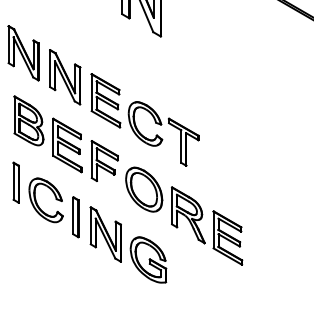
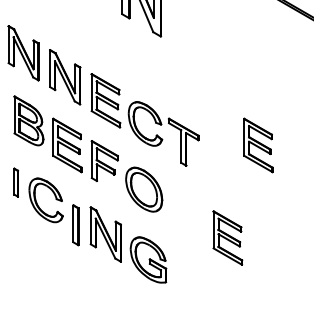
part at (258, 145): none -> present
part at (15, 182) size: 8x43 px -> 6x31 px
part at (187, 215): present -> none
part at (75, 217) position: (75, 217) -> (75, 225)
